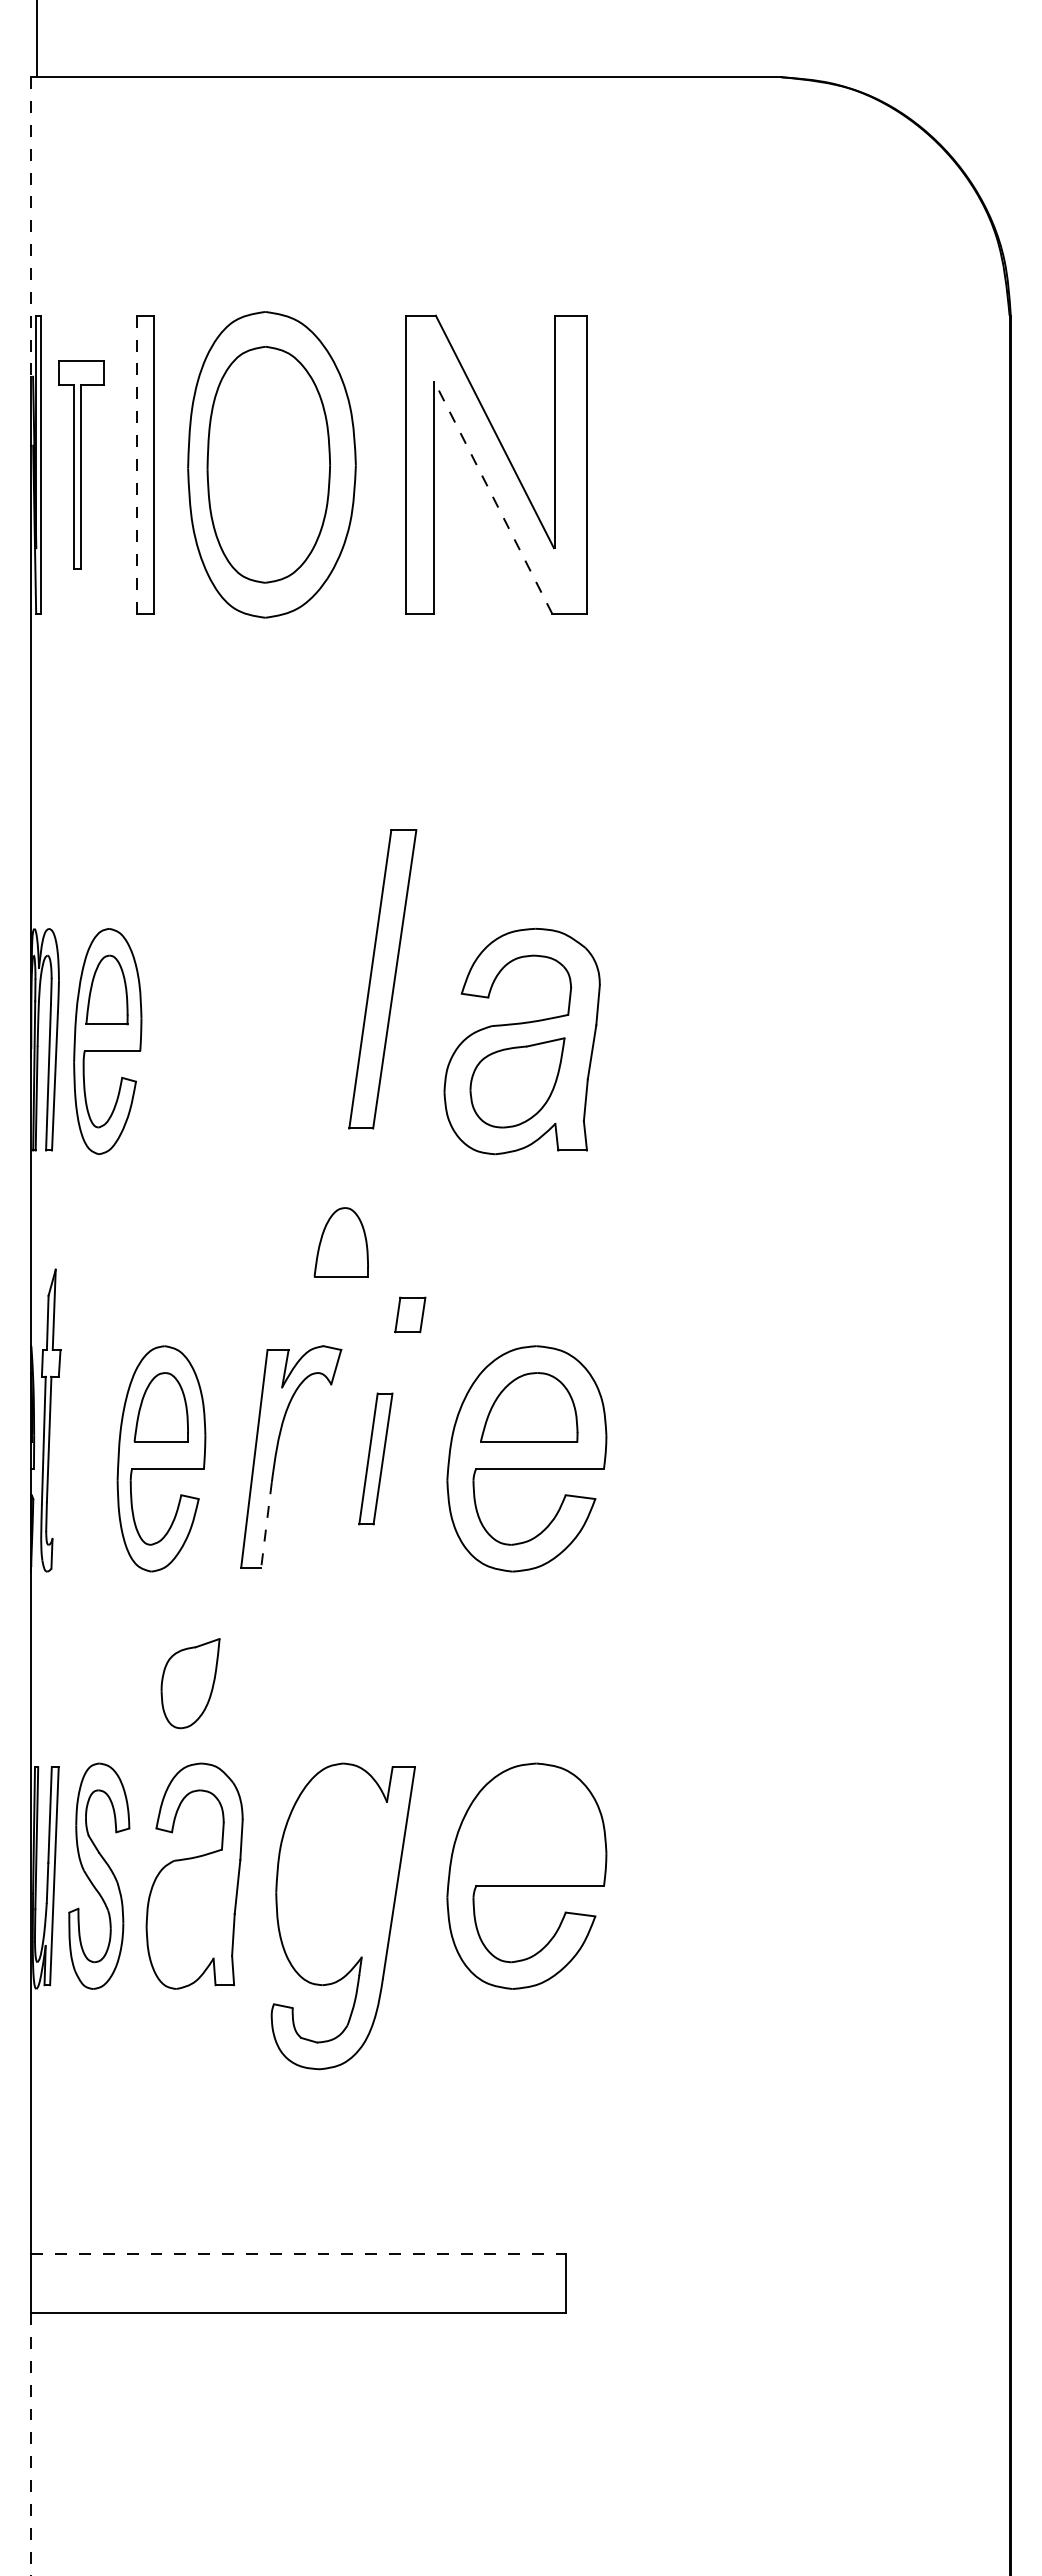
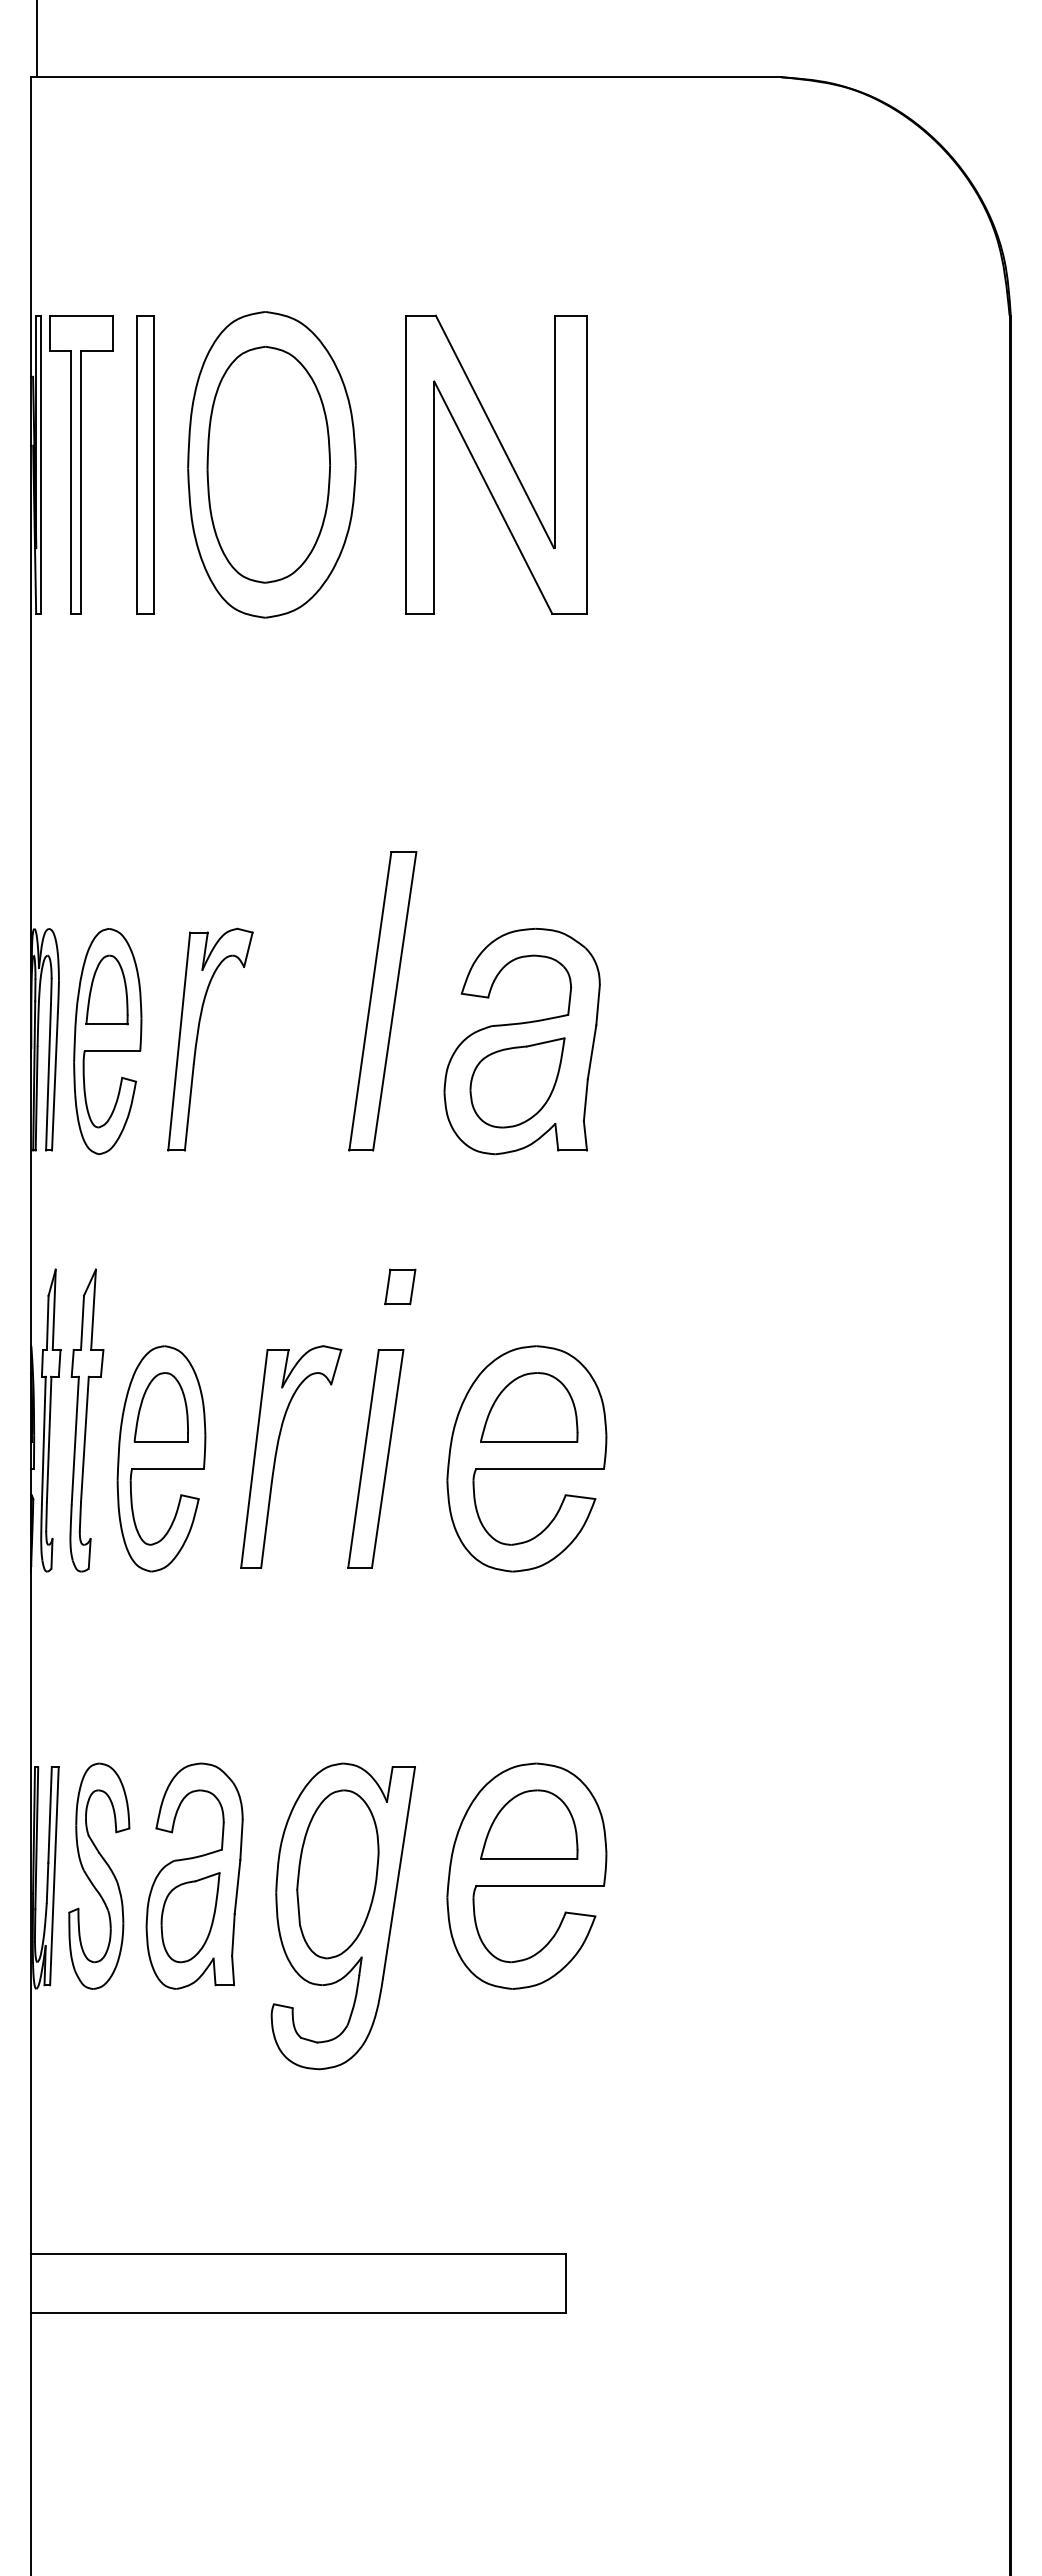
line at (31, 227): dashed -> solid
part at (81, 464) size: 47x210 px -> 65x300 px
line at (137, 464): dashed -> solid
line at (493, 497): dashed -> solid
part at (382, 979) position: (382, 979) -> (382, 1001)
part at (198, 1037): none -> present
part at (340, 1242): present -> none
part at (410, 1314) position: (410, 1314) -> (400, 1286)
part at (86, 1420): none -> present
part at (375, 1458) size: 36x134 px -> 58x220 px
line at (266, 1525): dashed -> solid
part at (190, 1683) position: (190, 1683) -> (190, 1917)
part at (529, 1824): none -> present
part at (337, 1874): none -> present
line at (299, 2253): dashed -> solid
line at (31, 2444): dashed -> solid
